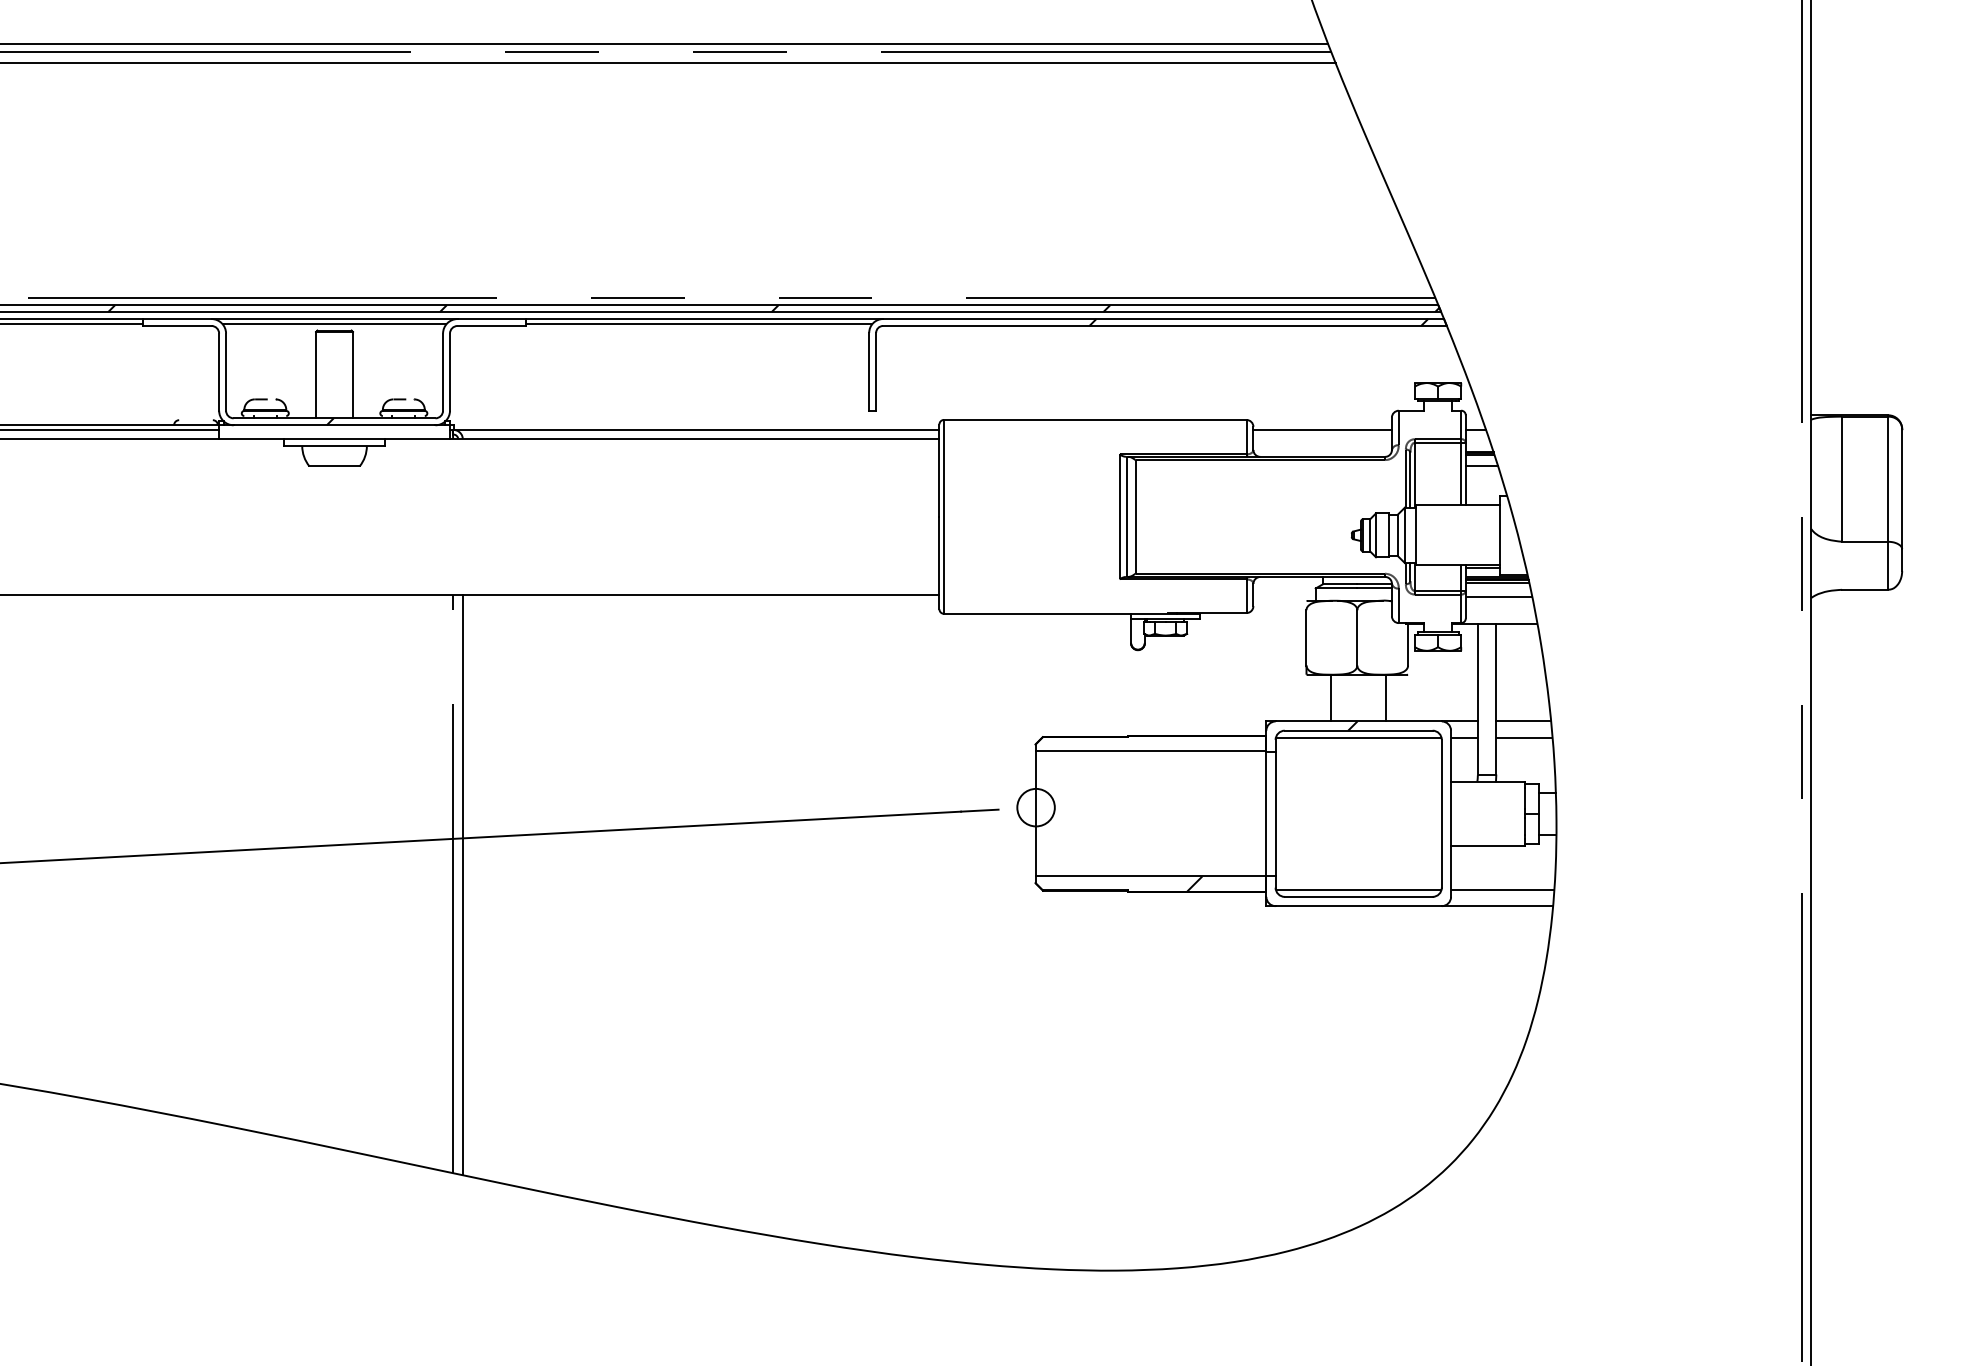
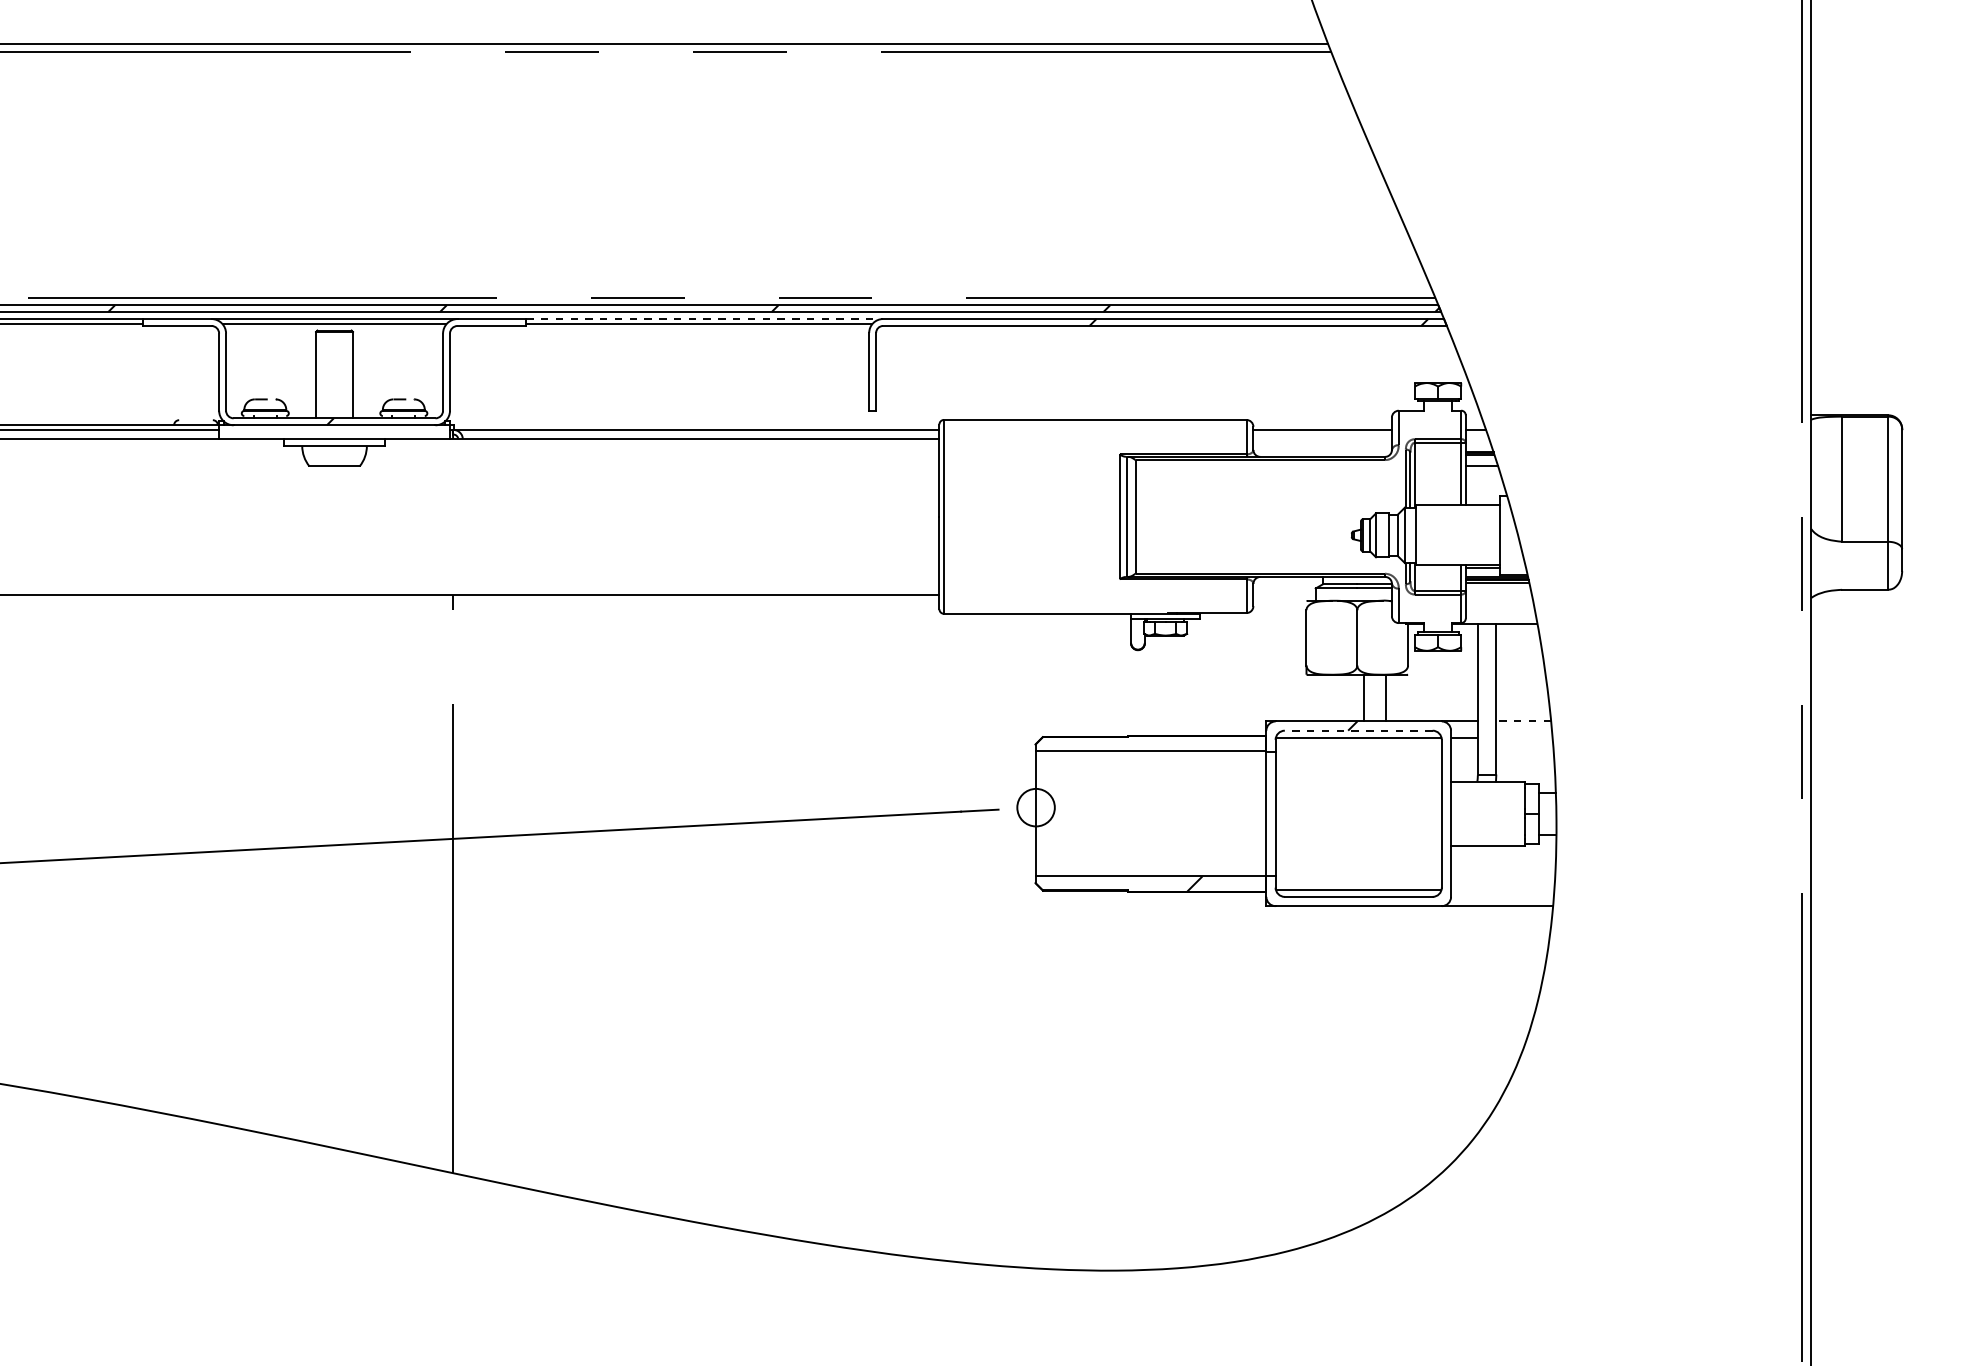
line at (668, 62): present -> none
line at (705, 319): solid -> dashed
line at (1498, 596): present -> none
line at (1331, 697) position: (1331, 697) -> (1364, 697)
line at (1523, 721): solid -> dashed
line at (1358, 730): solid -> dashed
line at (1524, 737): present -> none
line at (462, 884): present -> none
line at (1502, 889): present -> none
